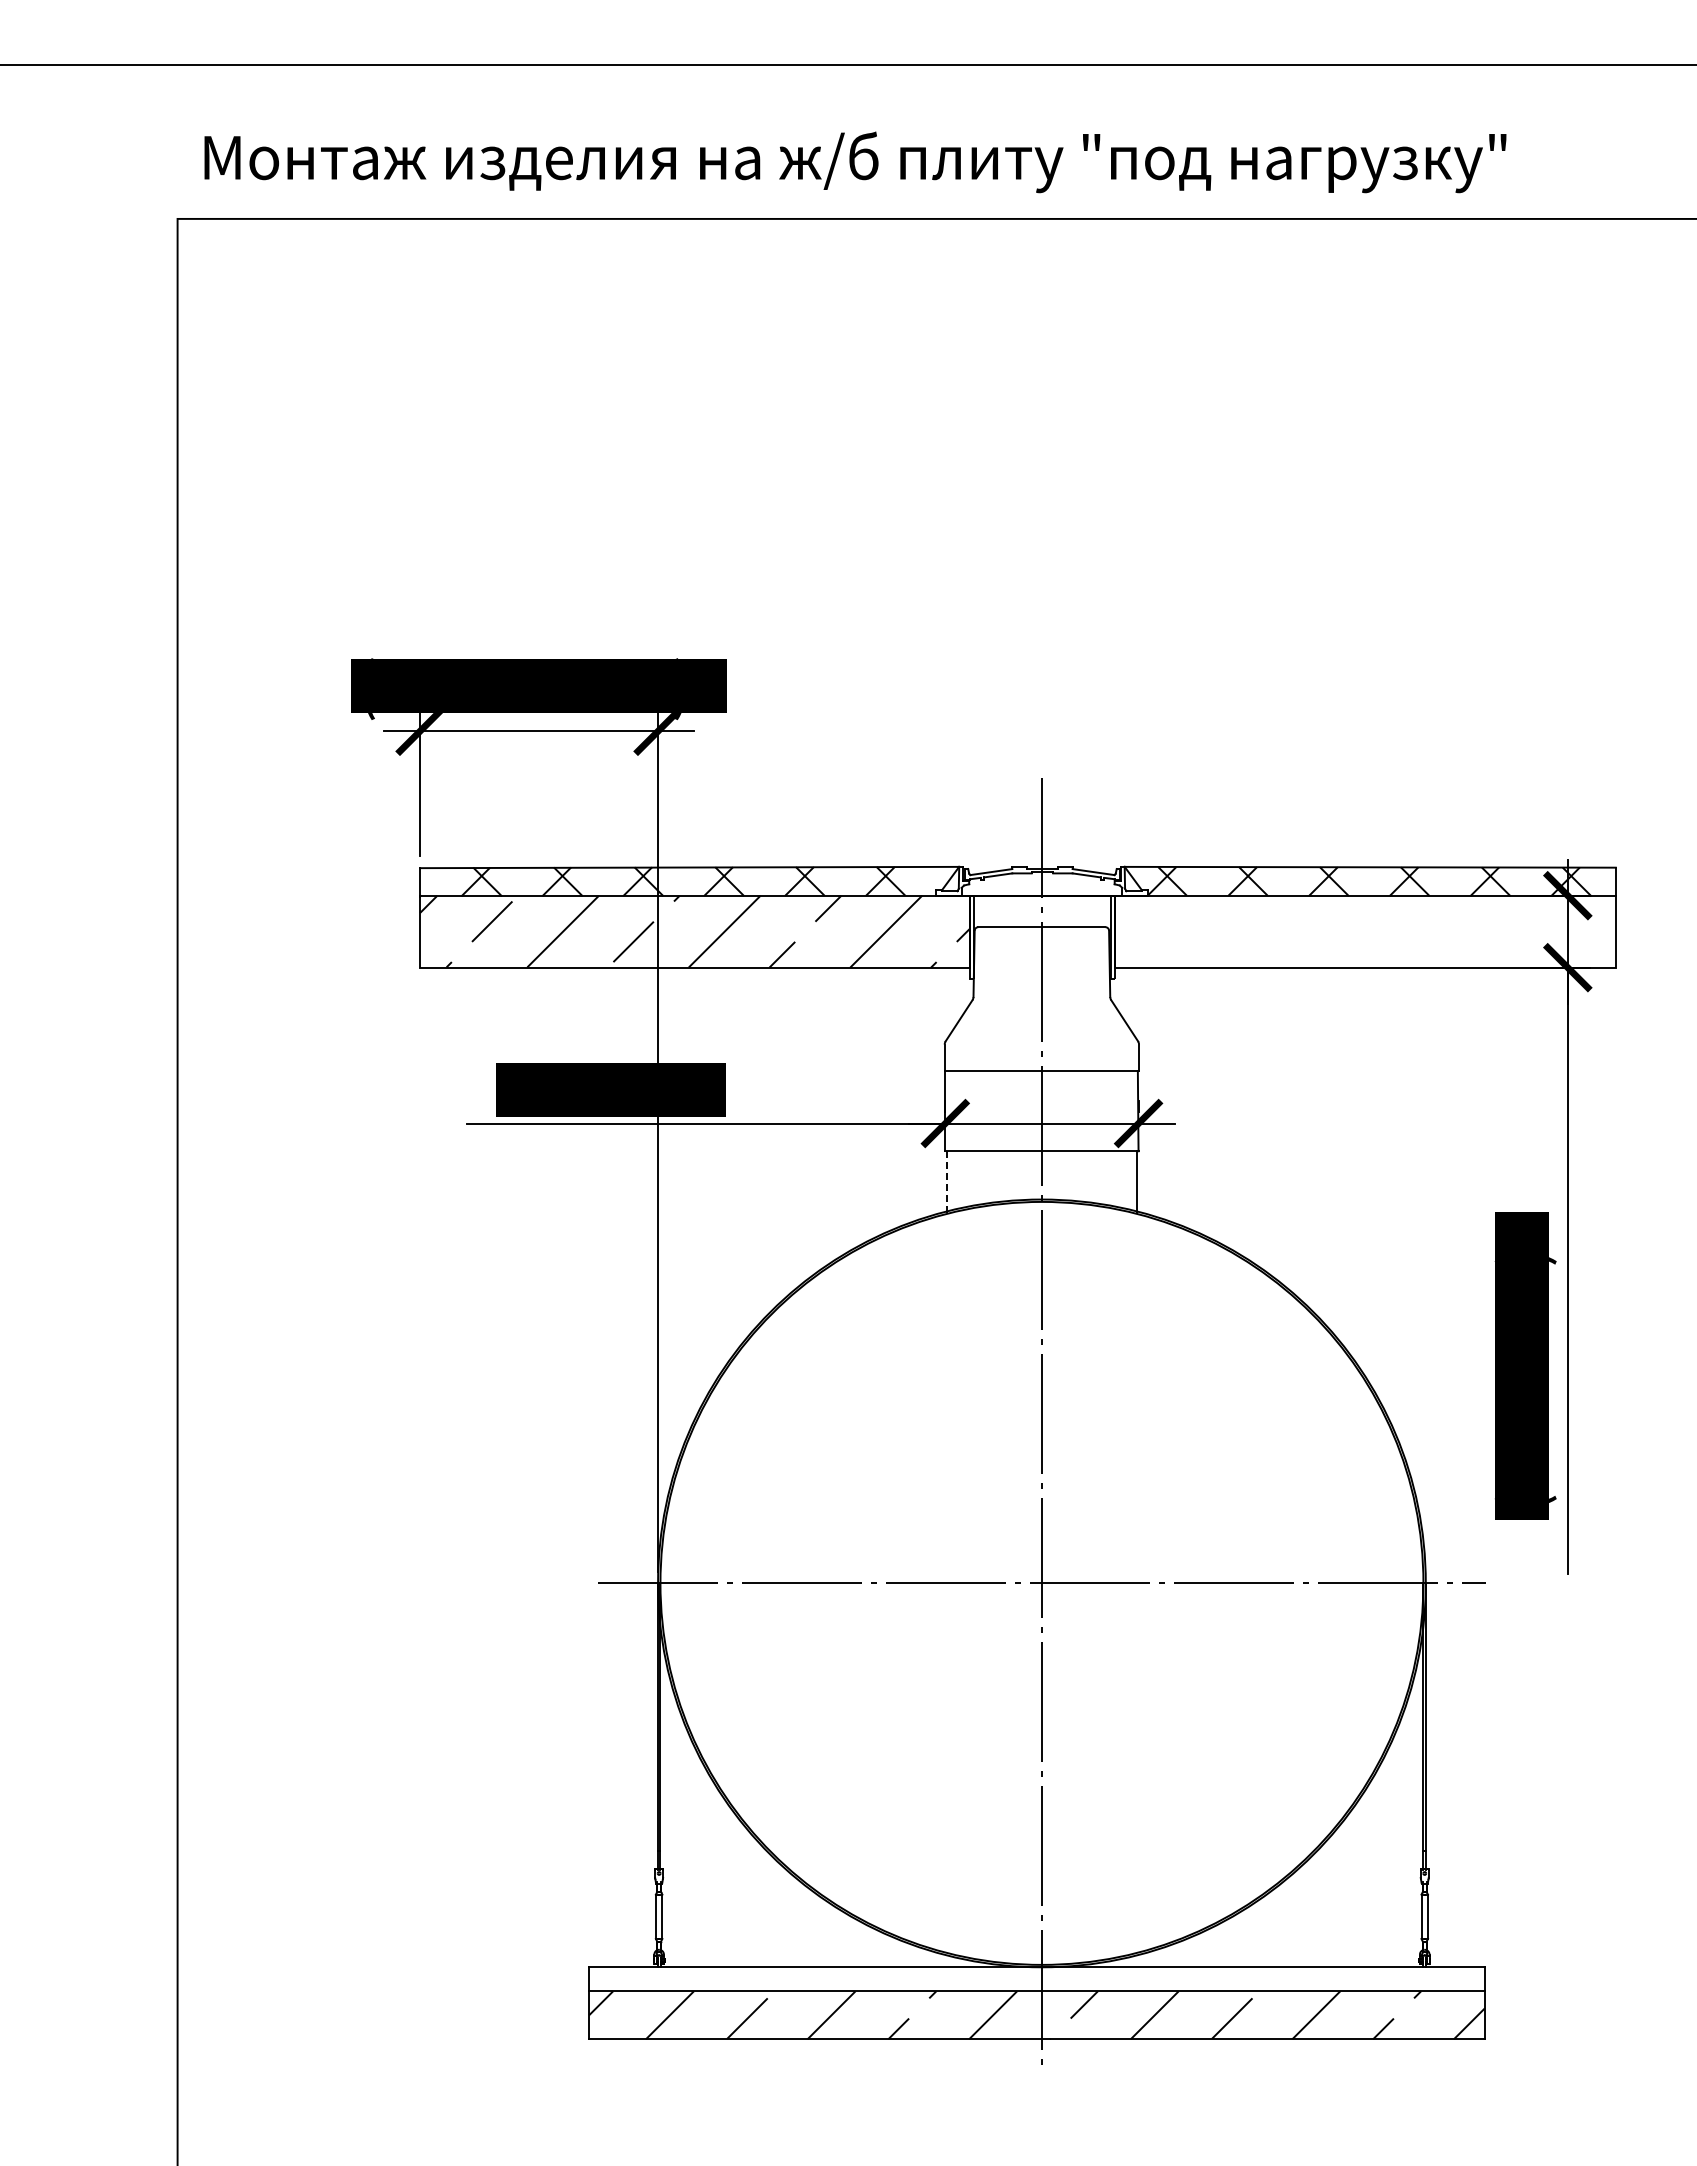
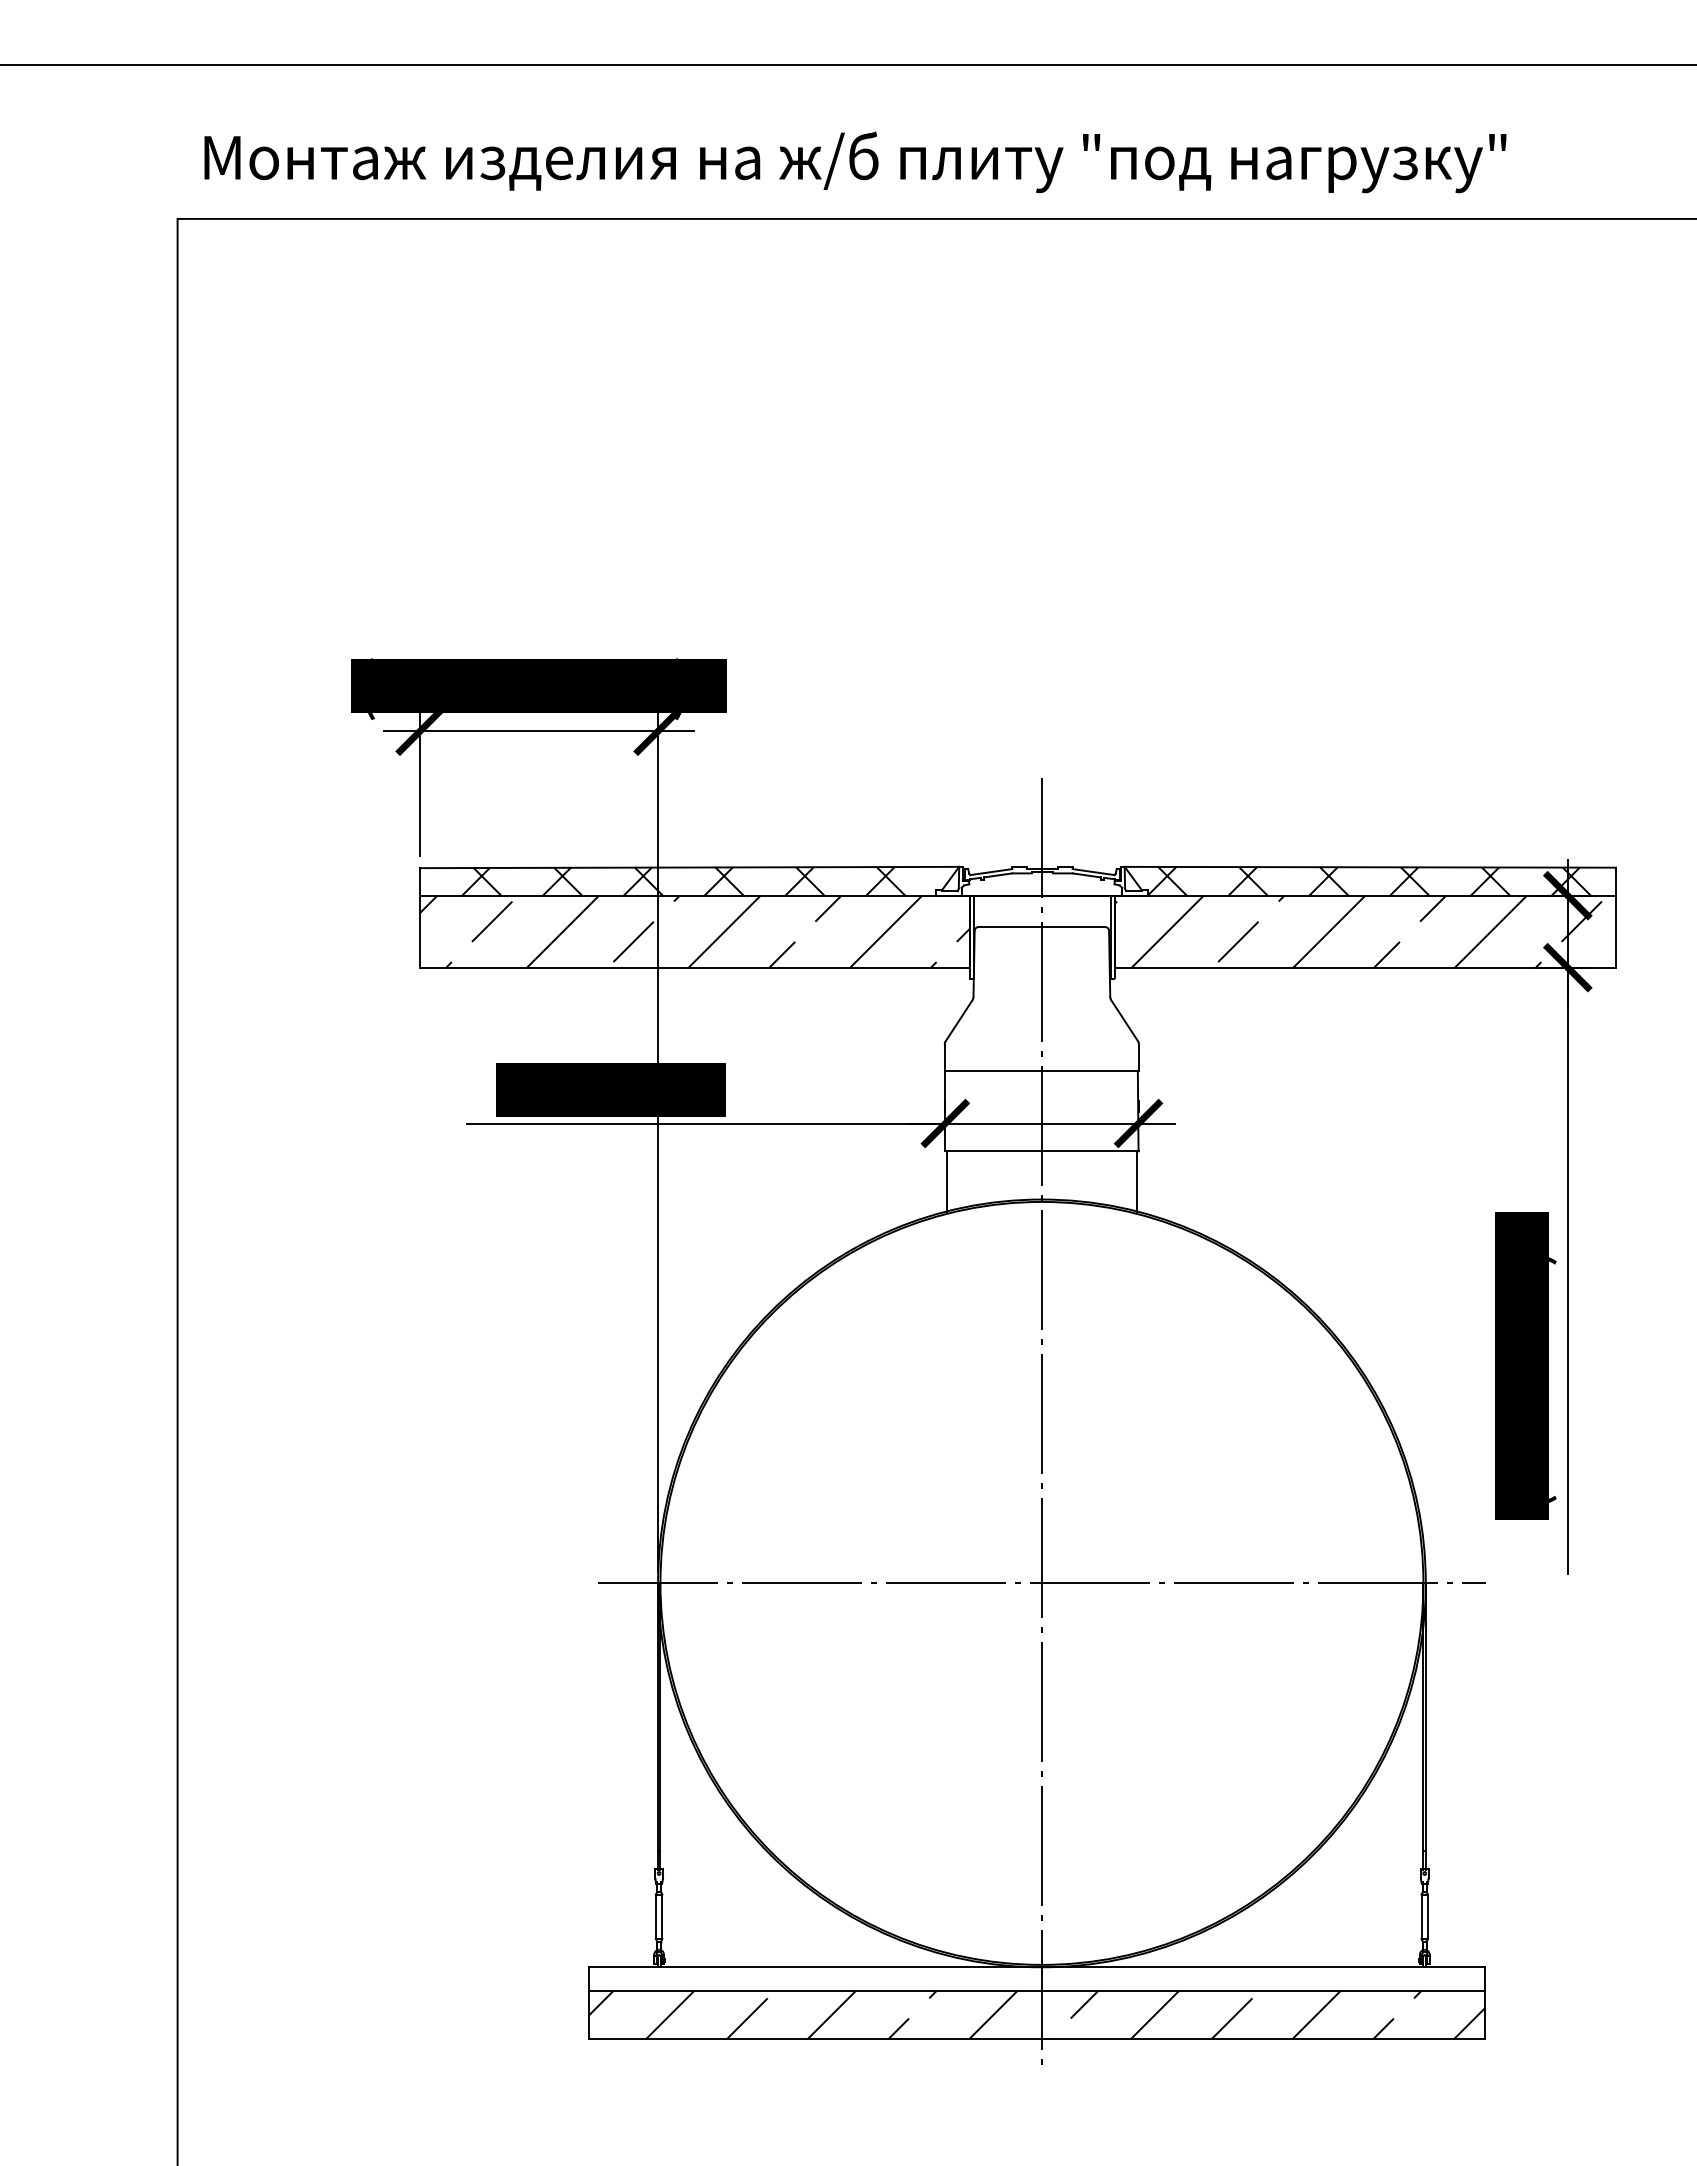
hatch at (1357, 931): none -> present
line at (946, 1182): dashed -> solid
